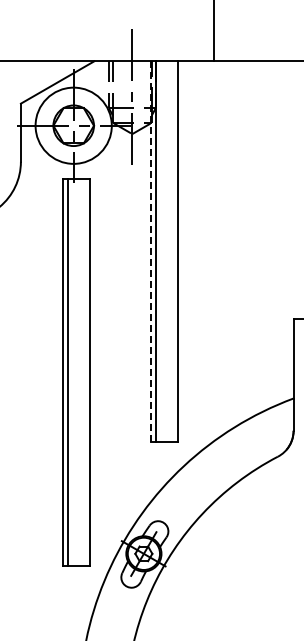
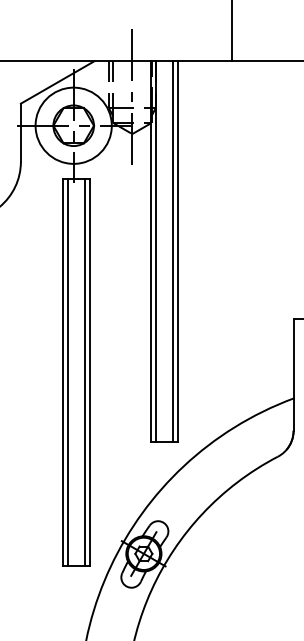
line at (214, 31) position: (214, 31) -> (232, 31)
line at (151, 251): dashed -> solid
line at (173, 251): none -> present
line at (85, 371): none -> present
